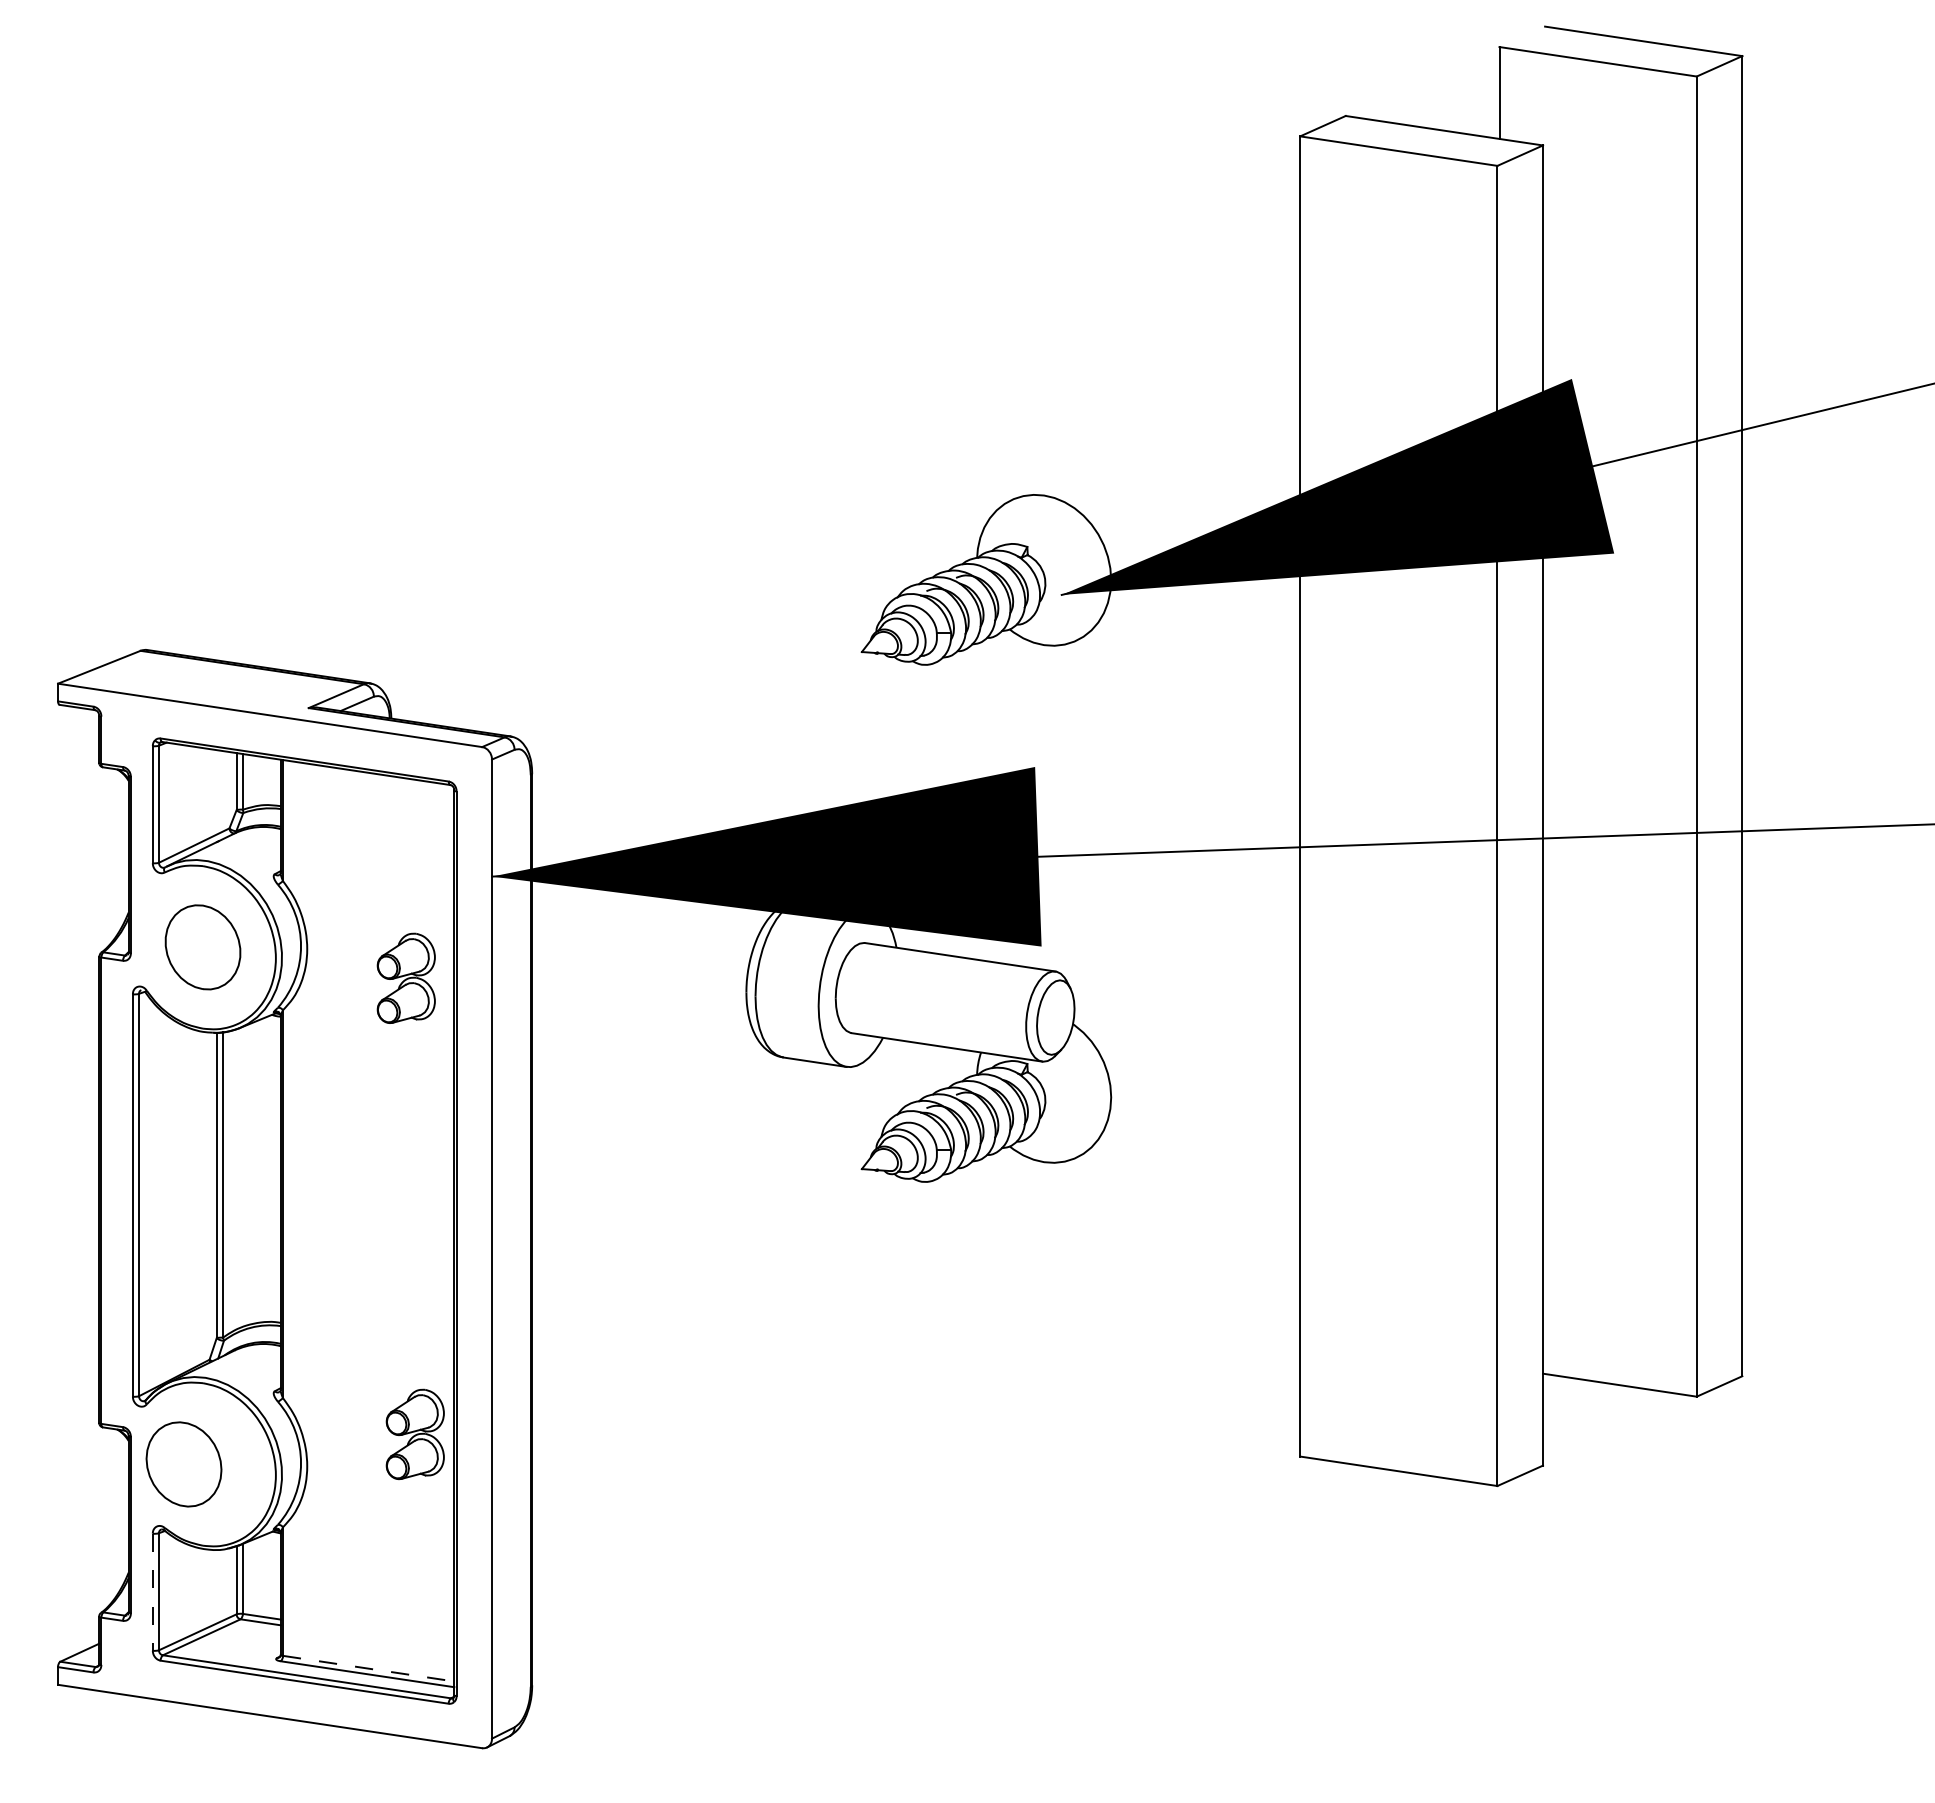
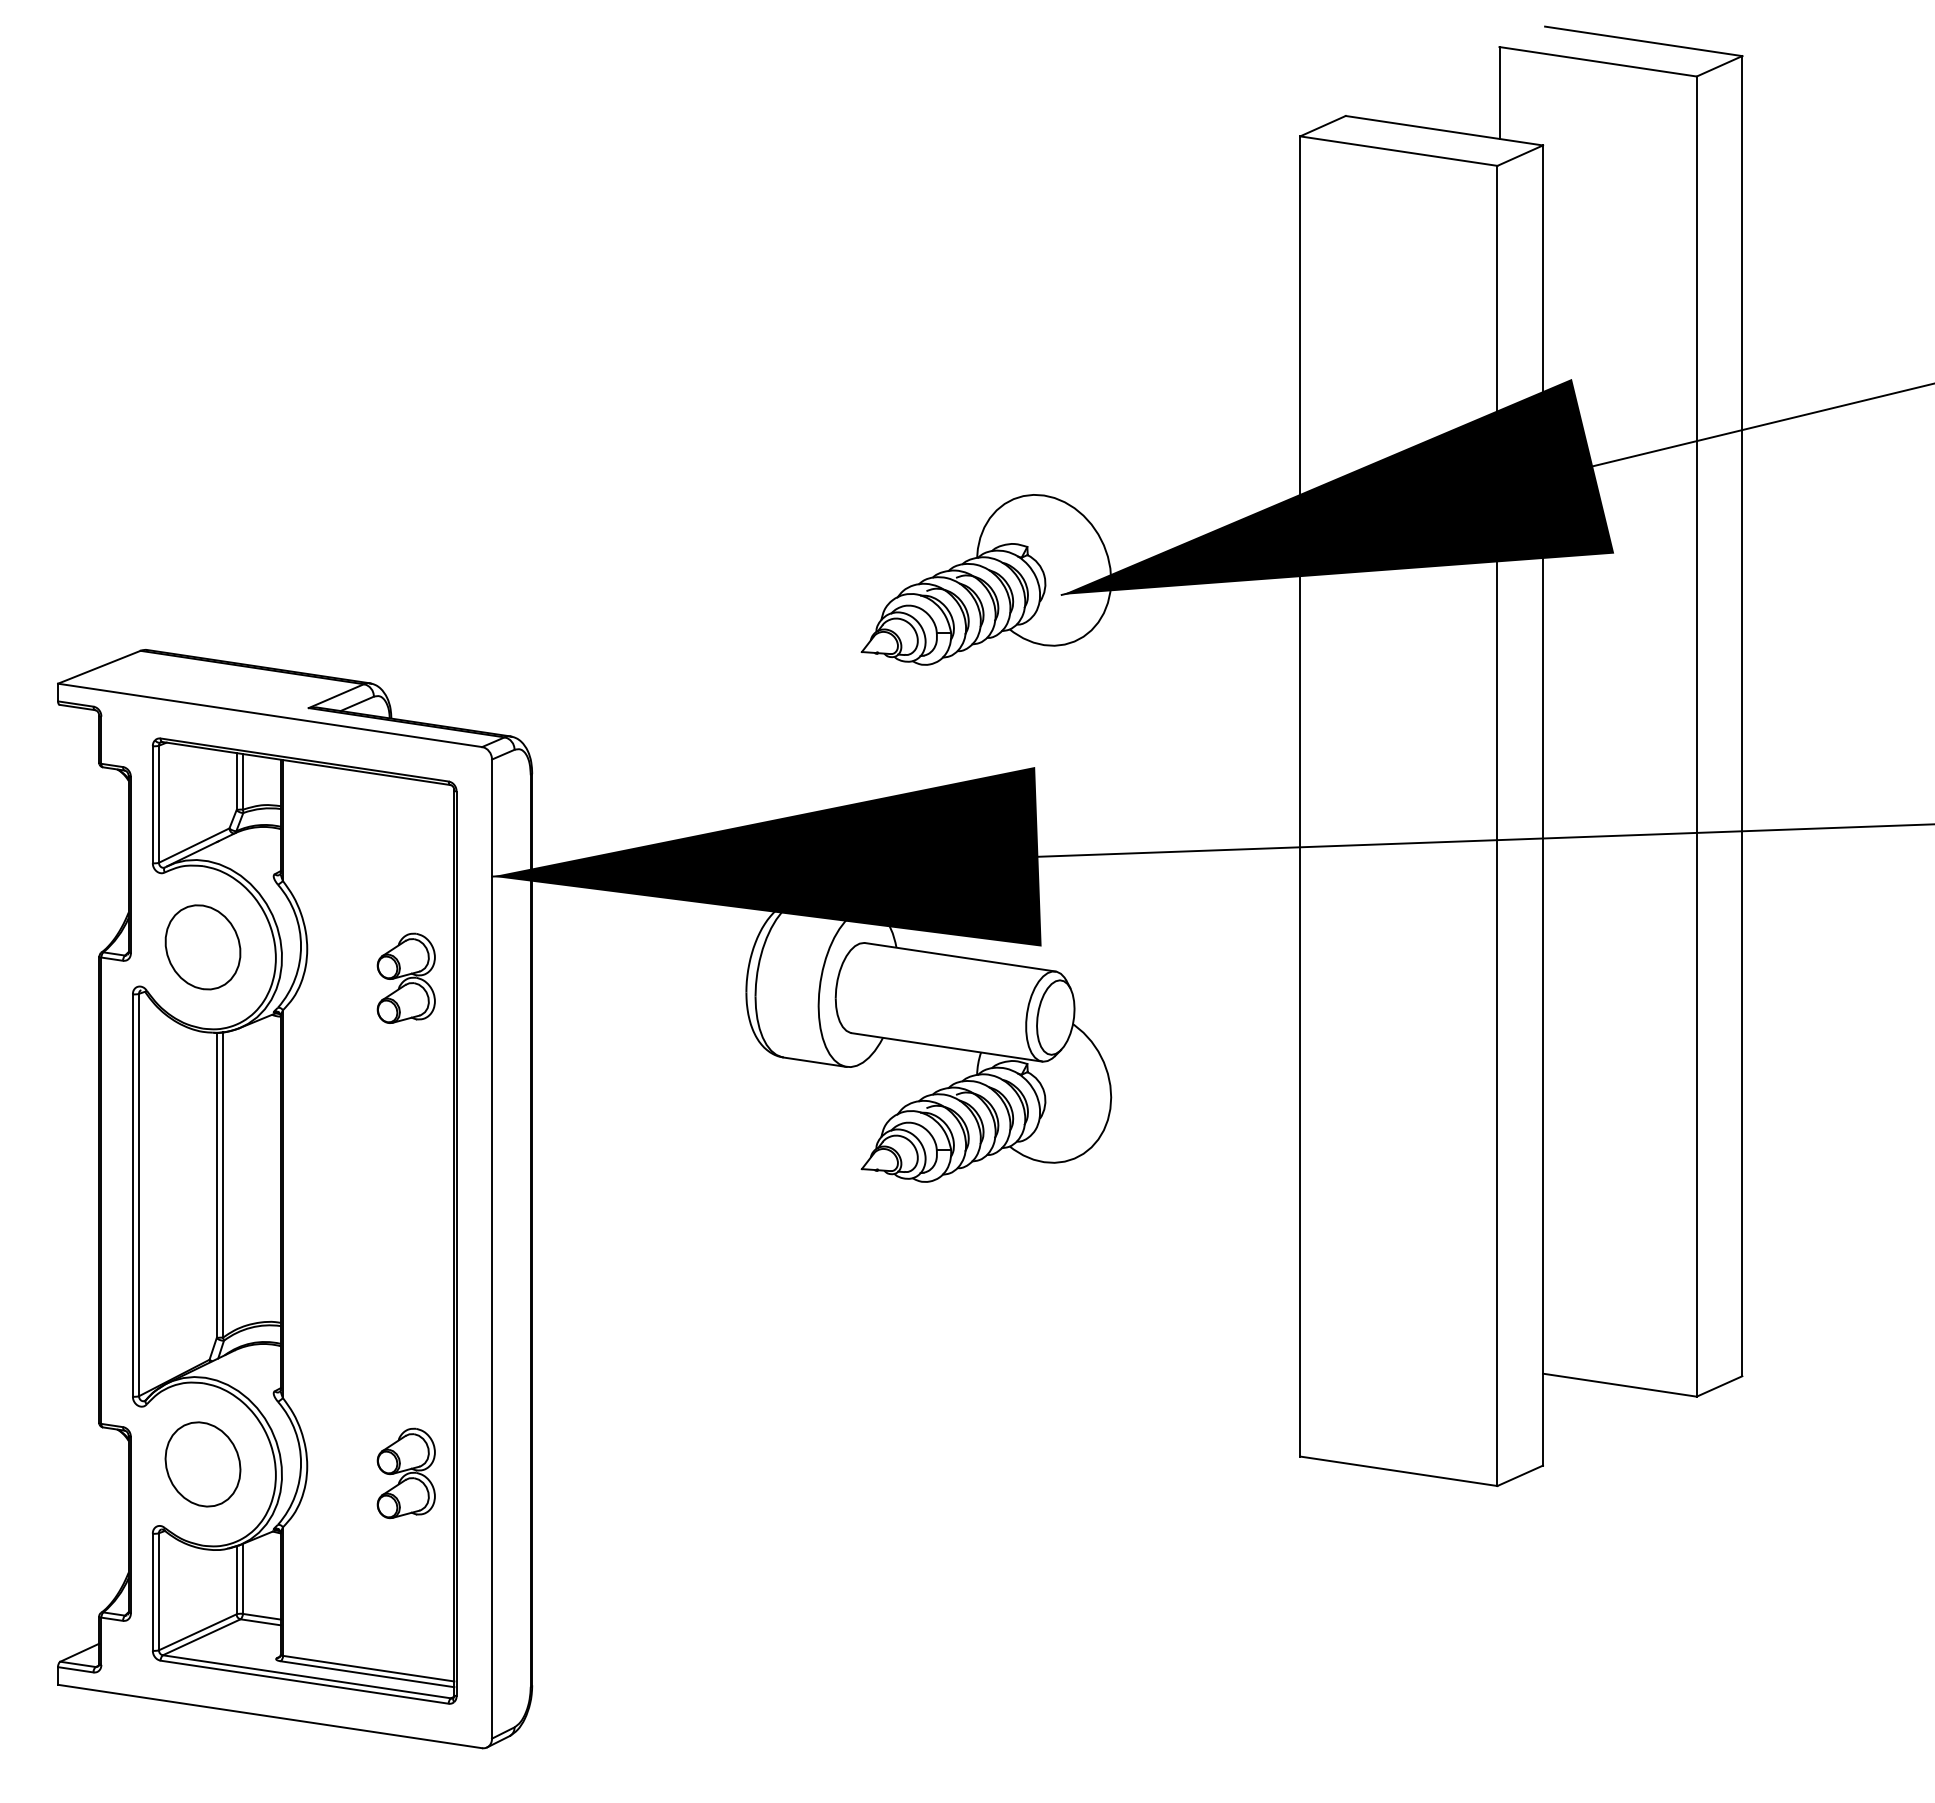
part at (414, 1434) position: (414, 1434) -> (405, 1473)
part at (183, 1464) position: (183, 1464) -> (202, 1464)
line at (152, 1592): dashed -> solid
line at (368, 1668): dashed -> solid
